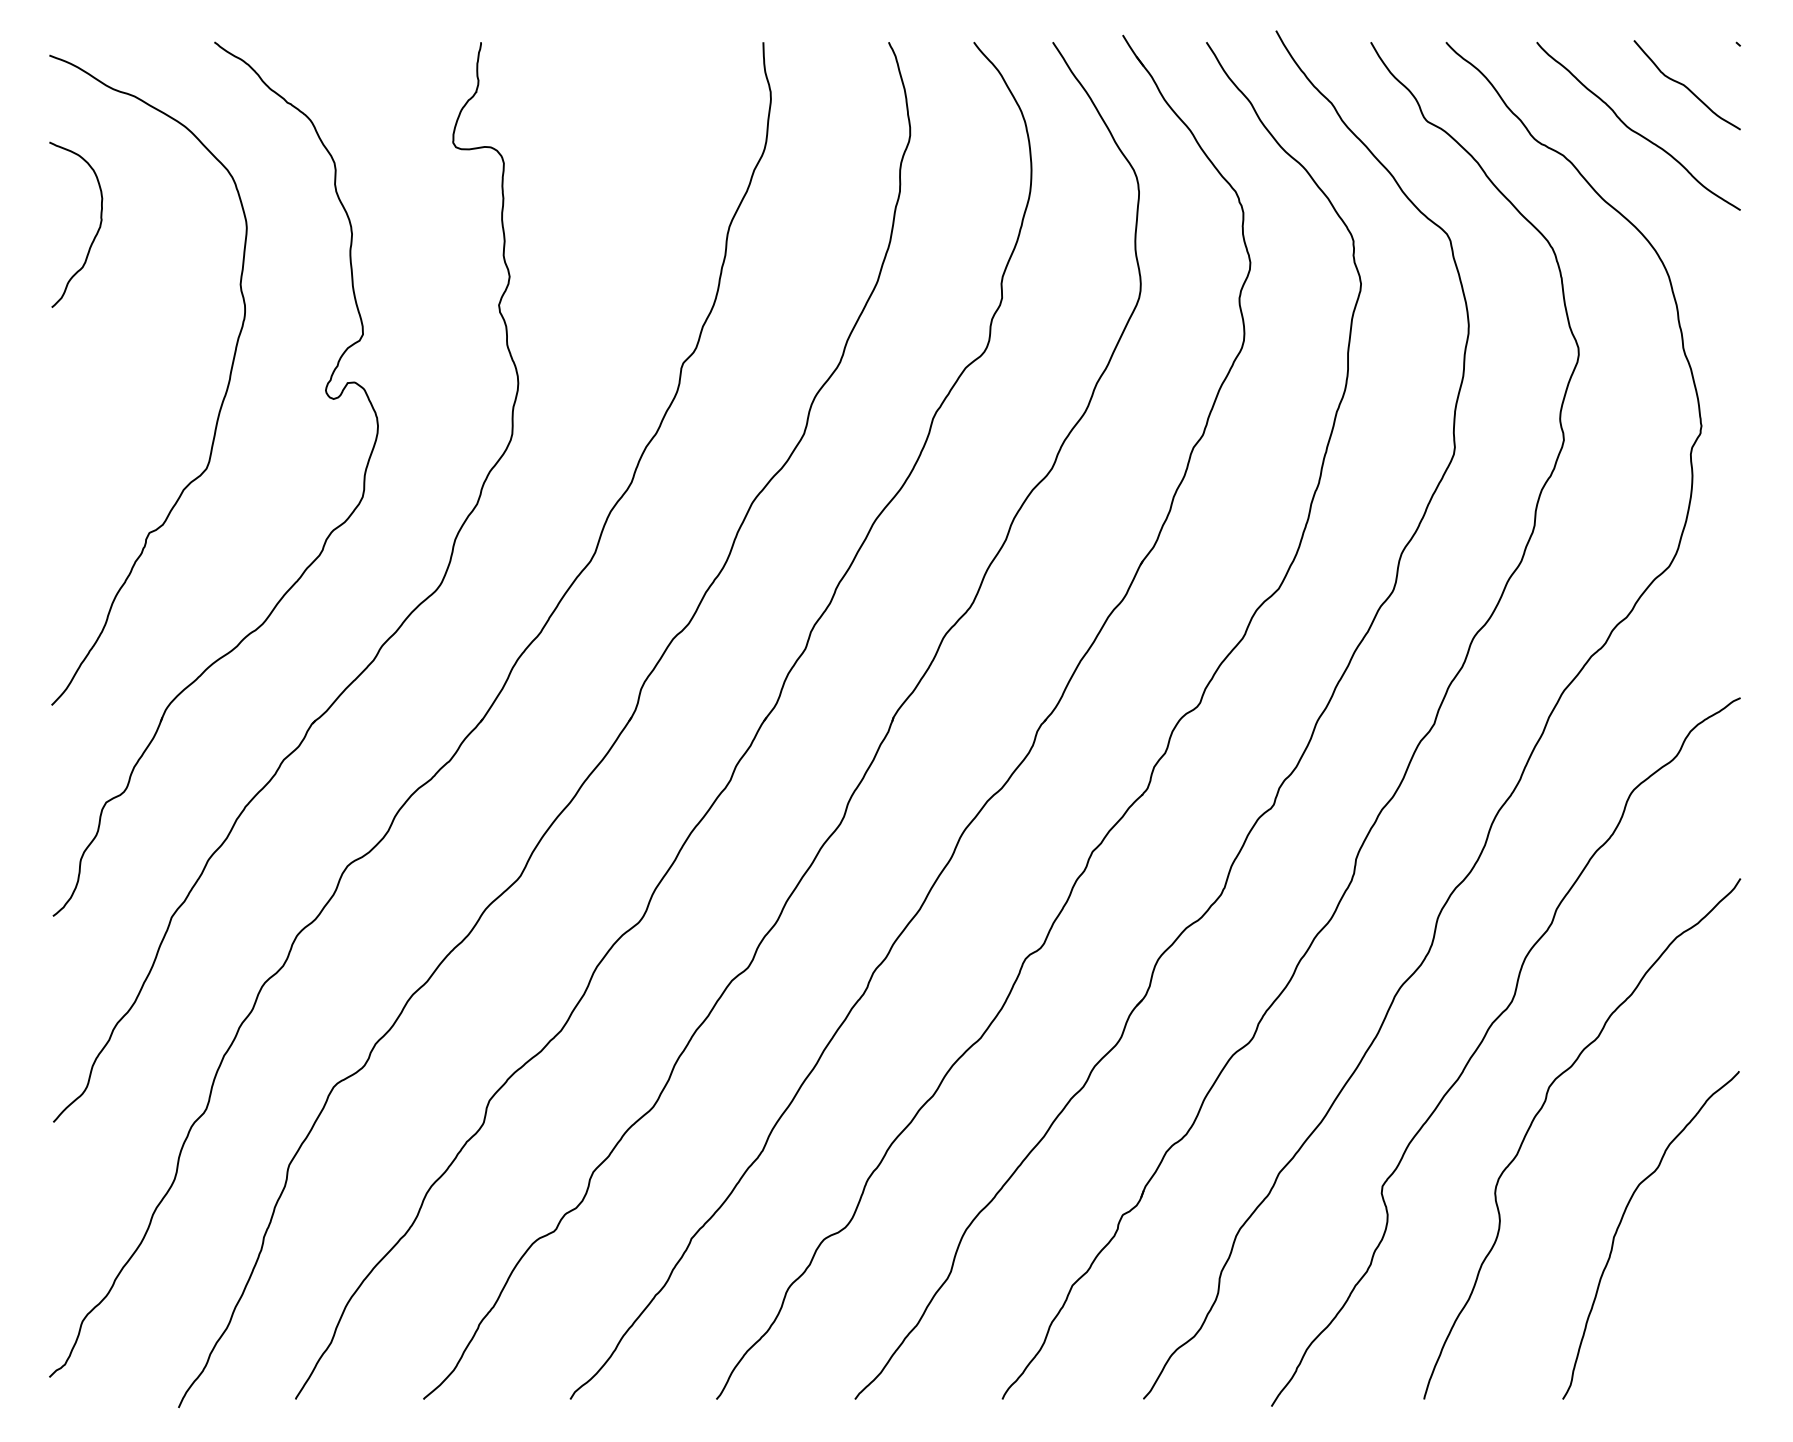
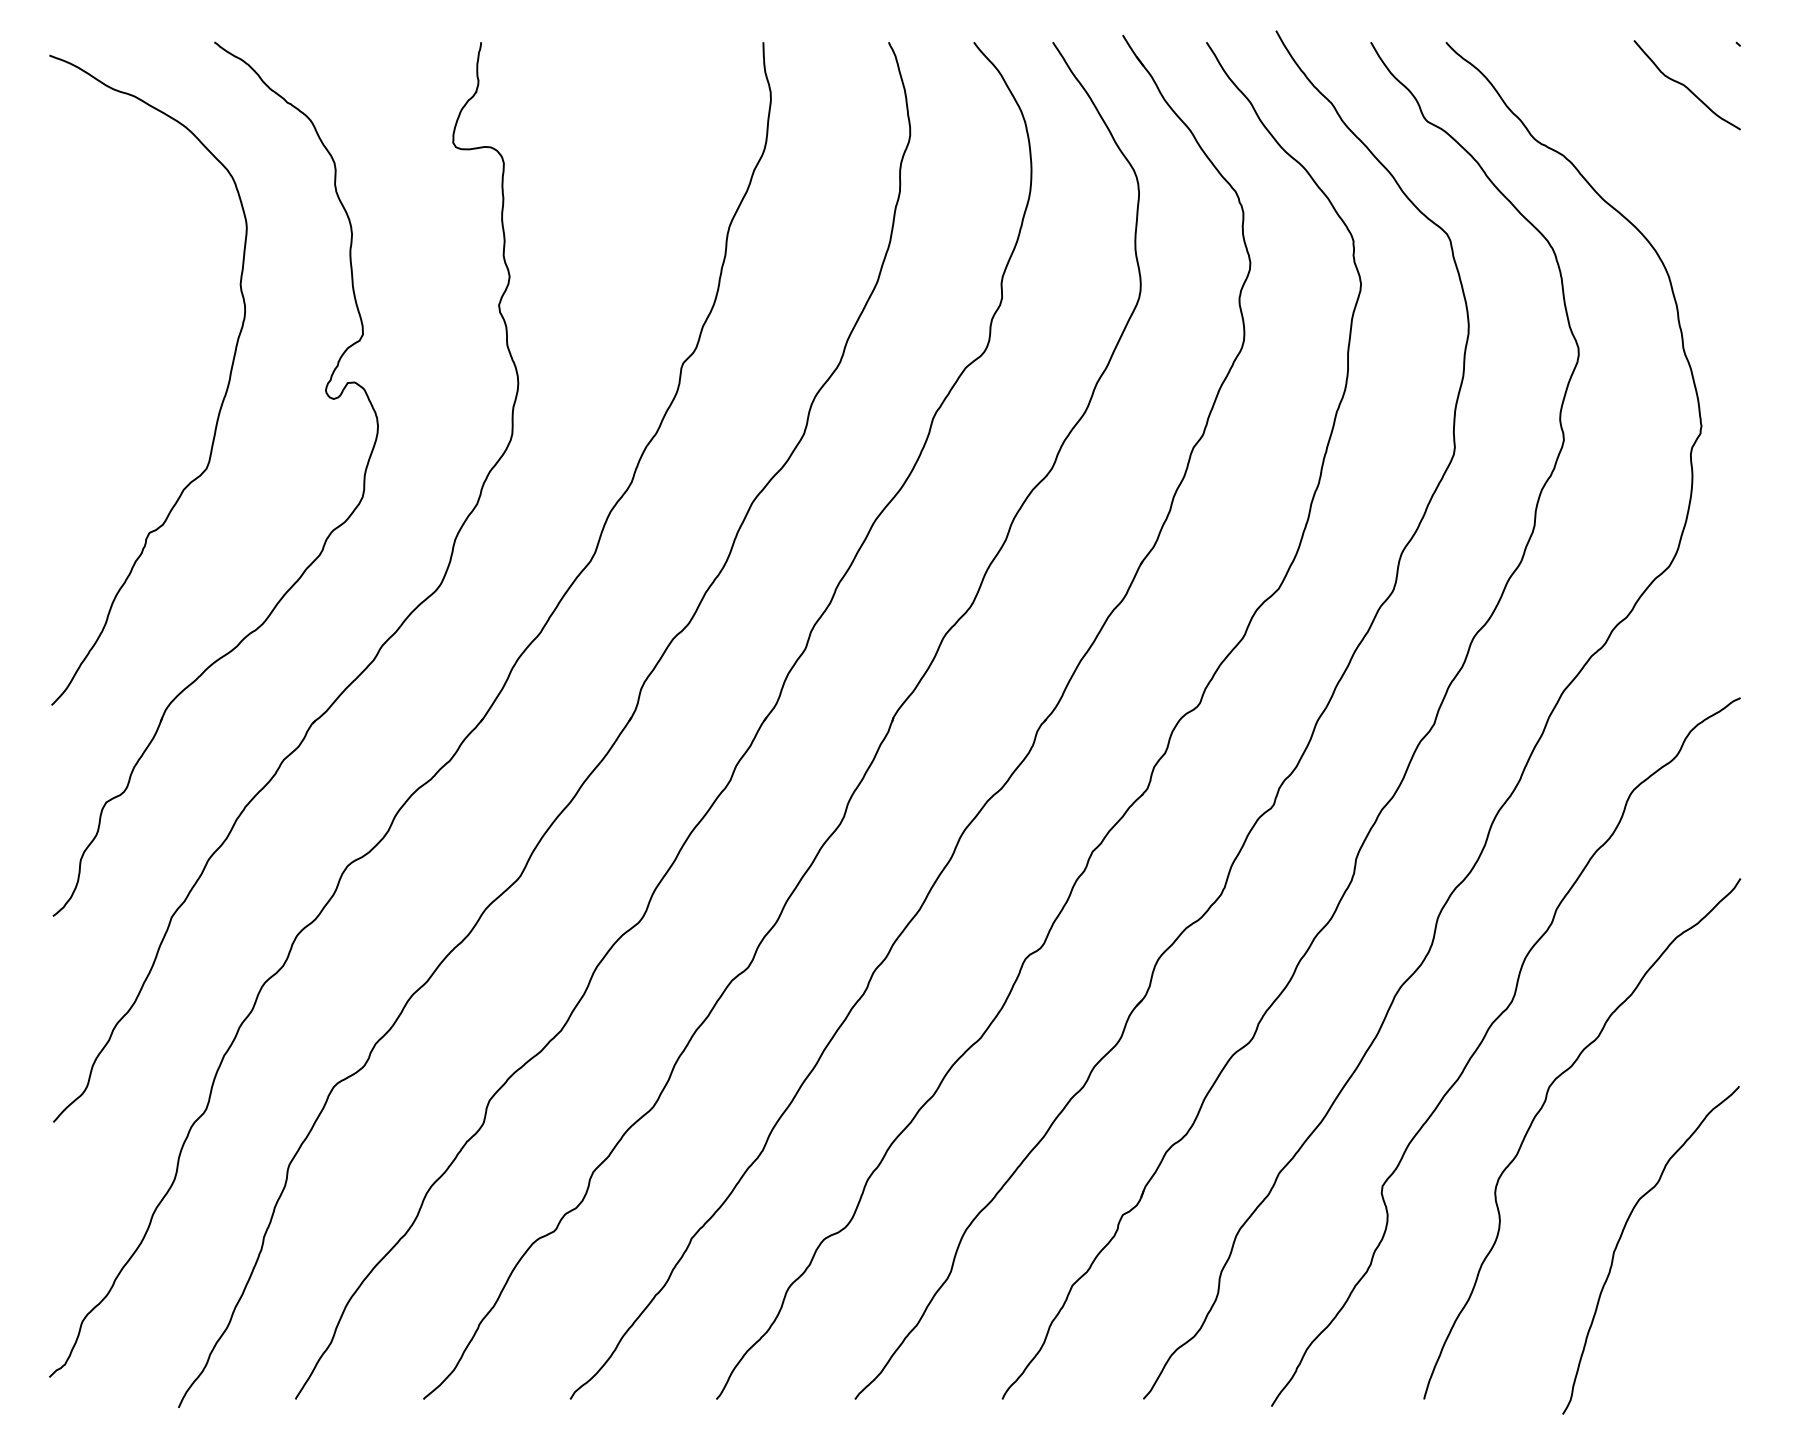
curve at (1636, 131): present -> none
curve at (95, 234): present -> none
curve at (1622, 1220) position: (1622, 1220) -> (1622, 1235)
